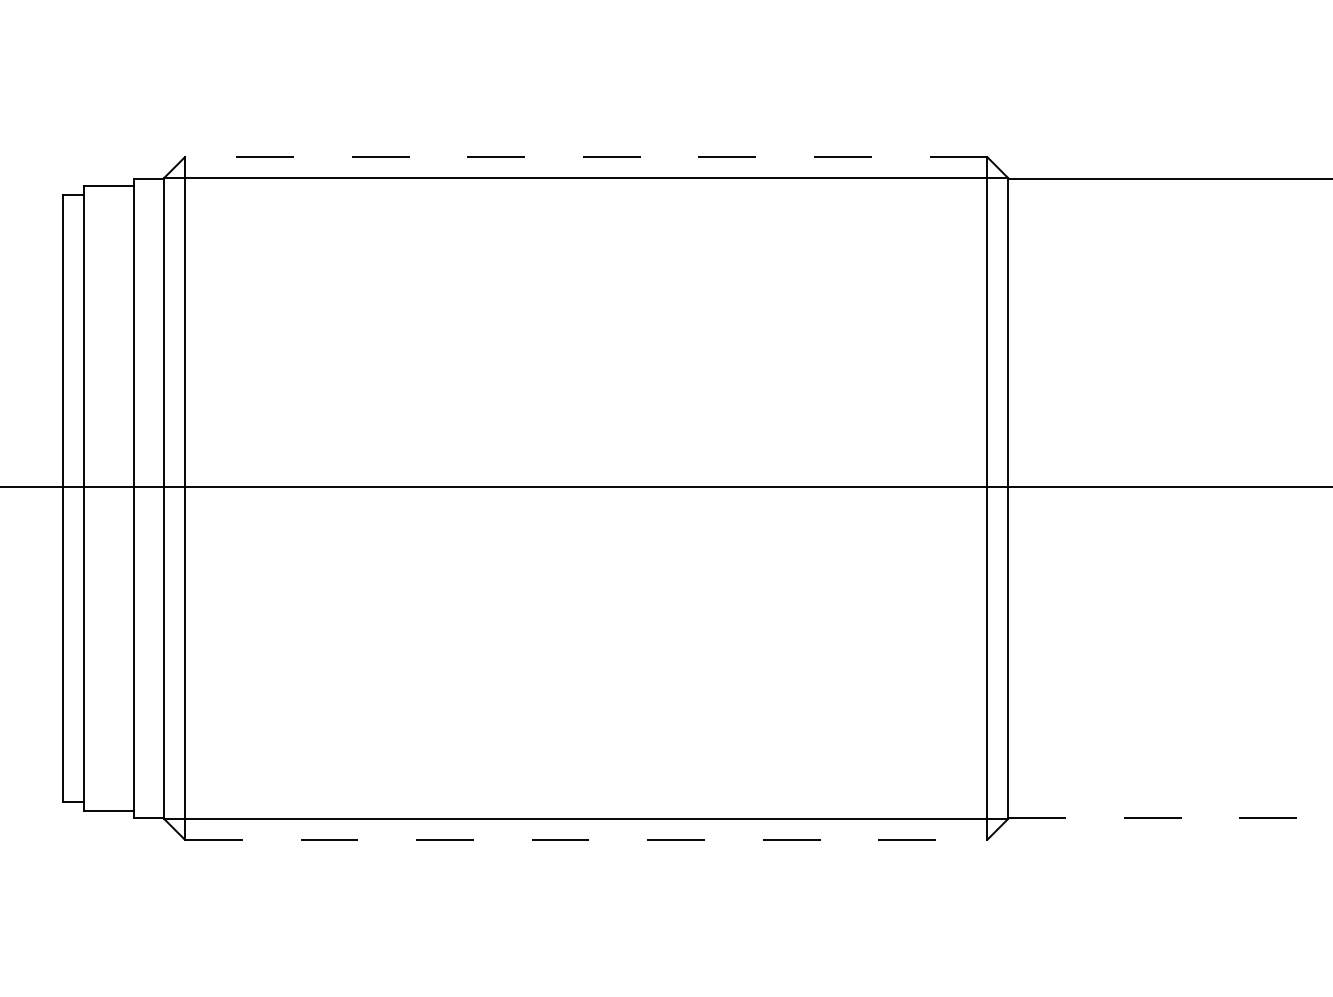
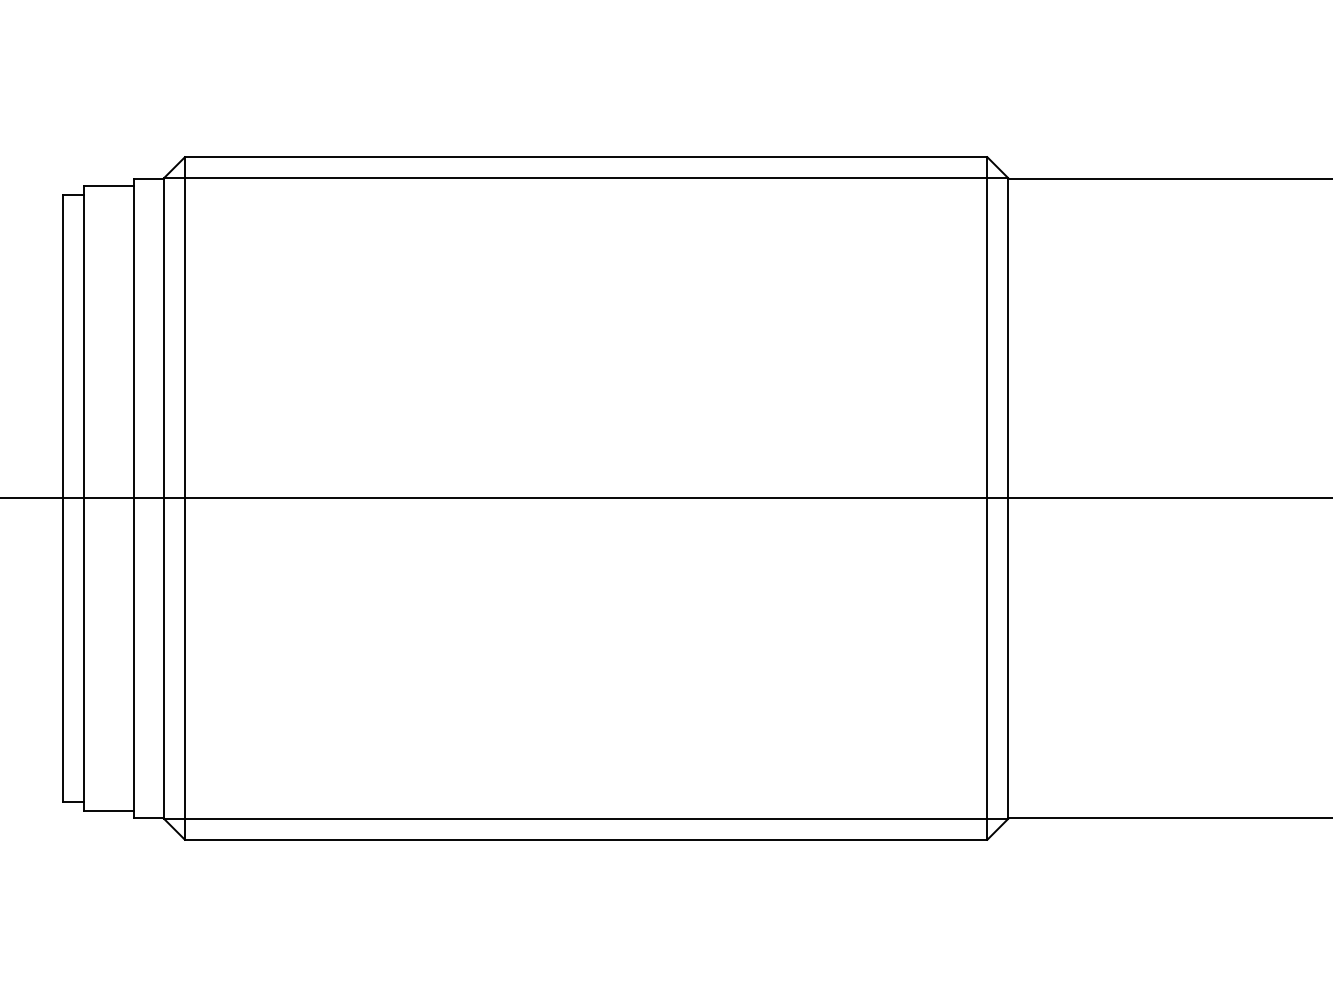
line at (585, 157): dashed -> solid
line at (665, 487) position: (665, 487) -> (665, 498)
line at (1170, 817): dashed -> solid
line at (586, 839): dashed -> solid
